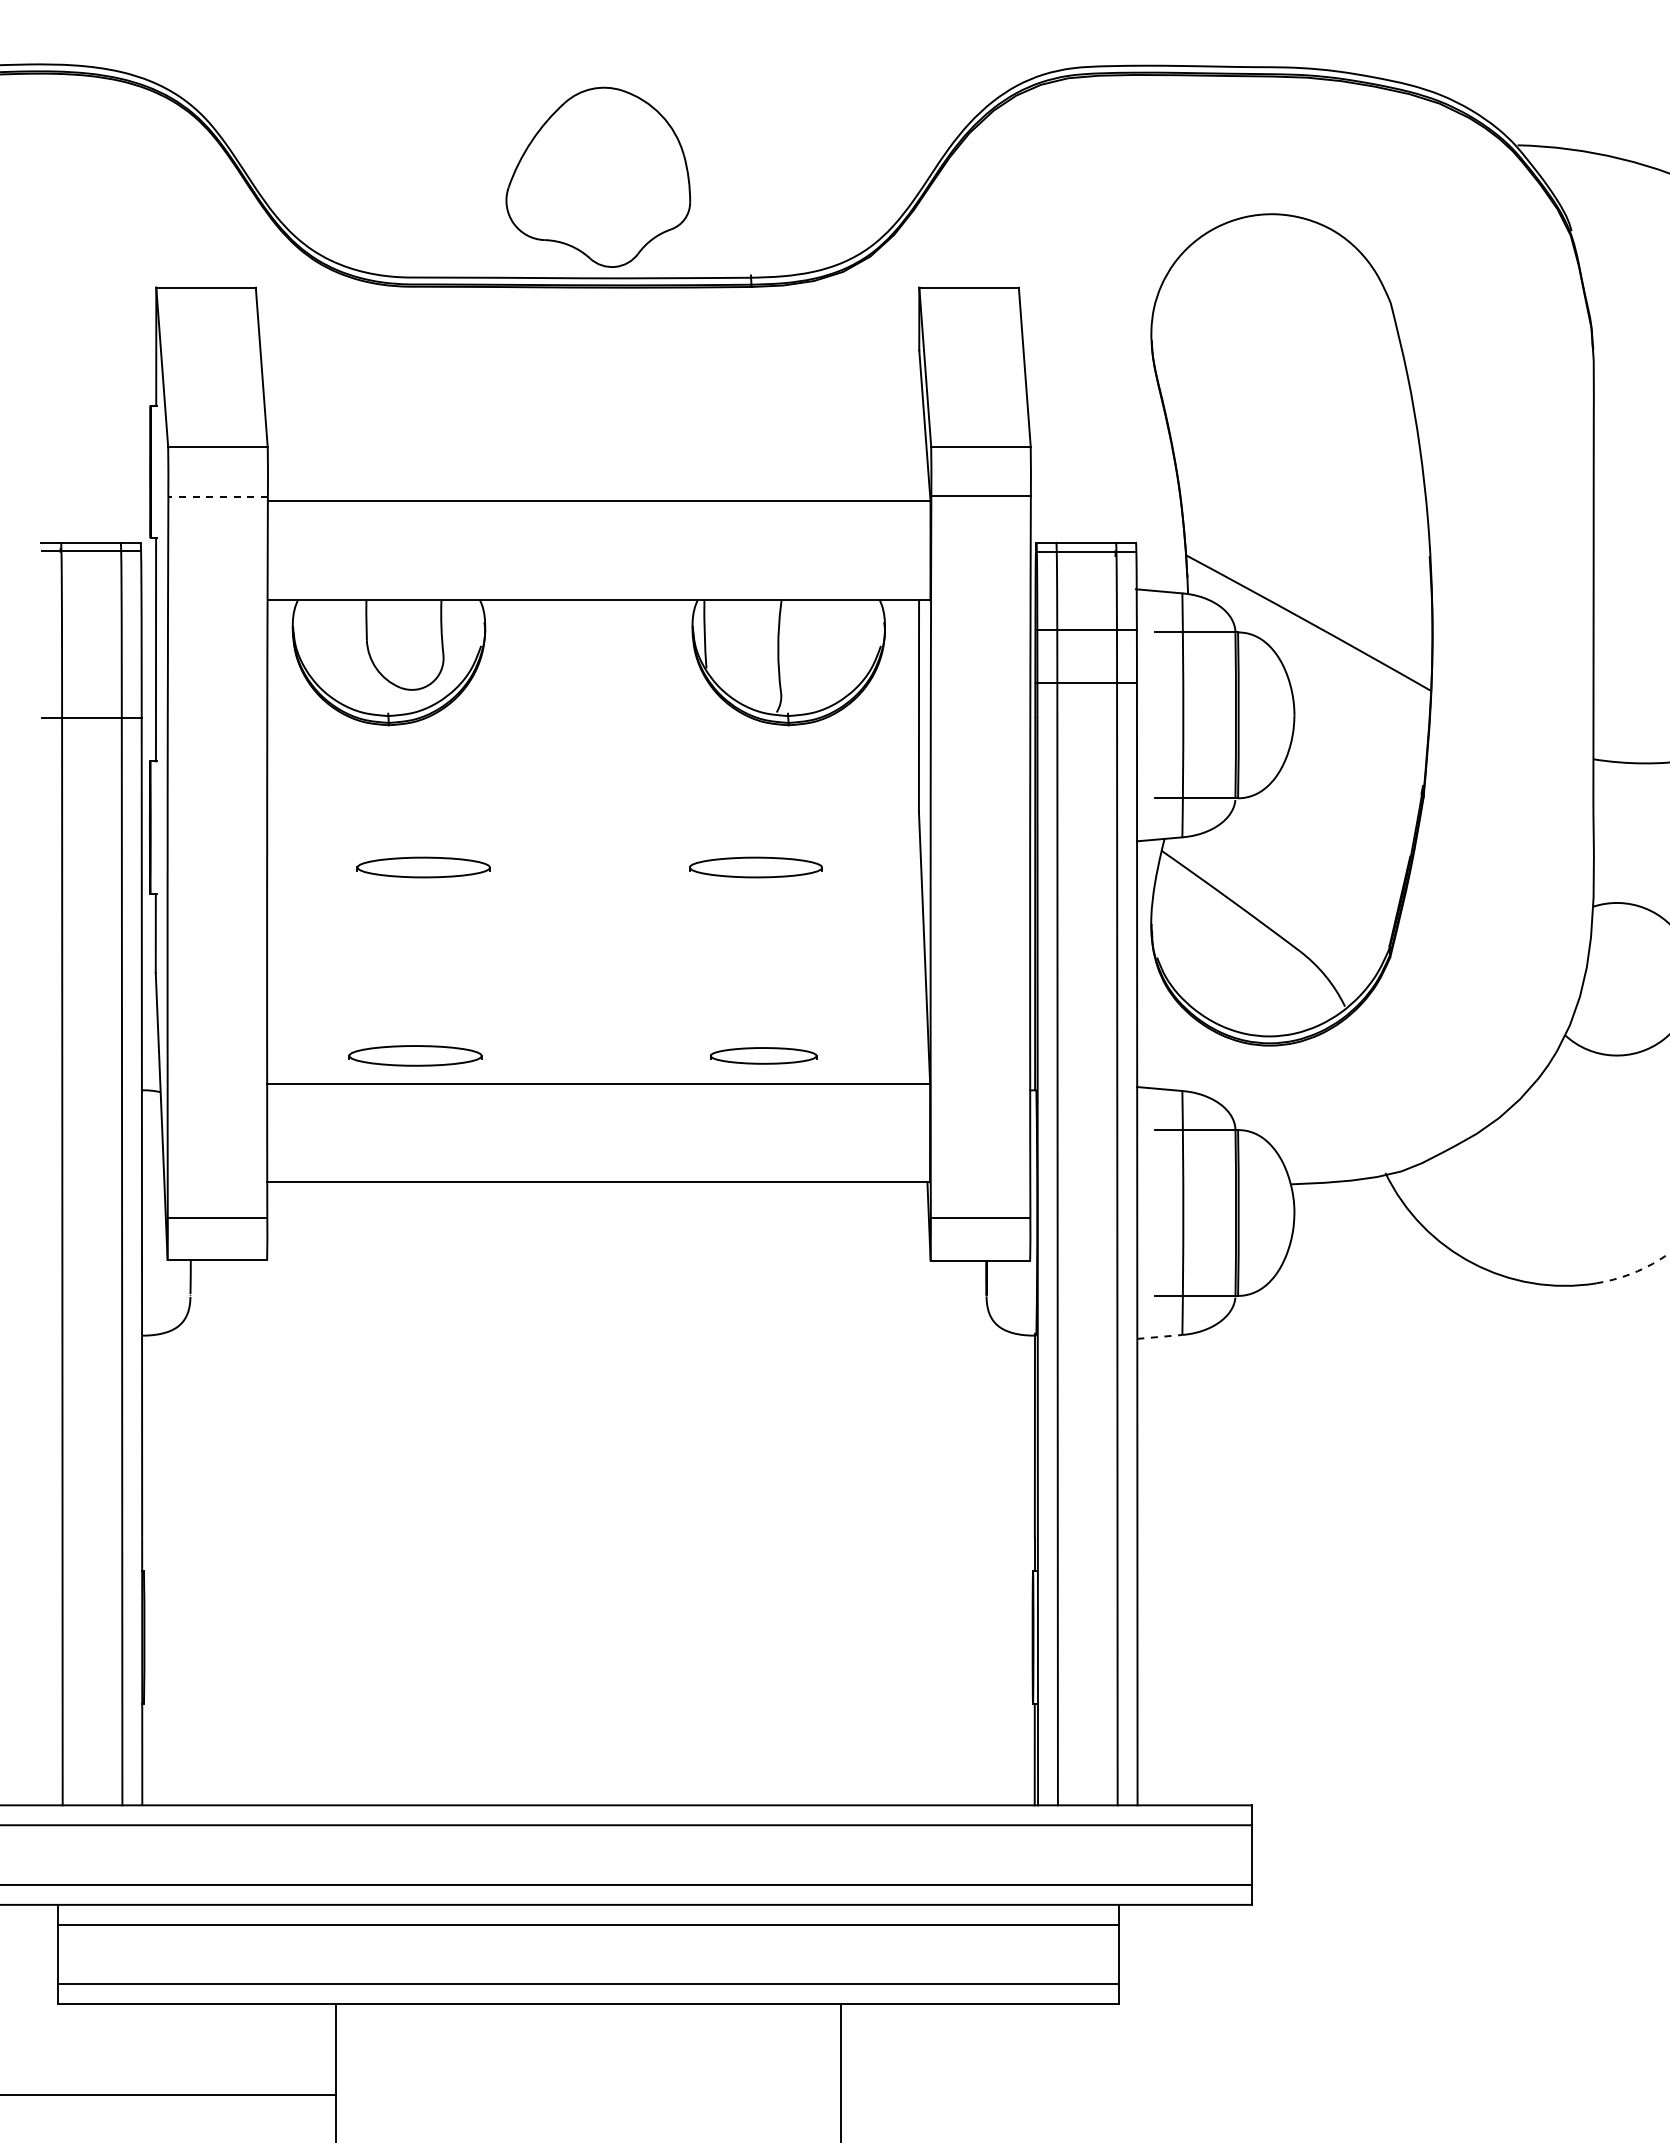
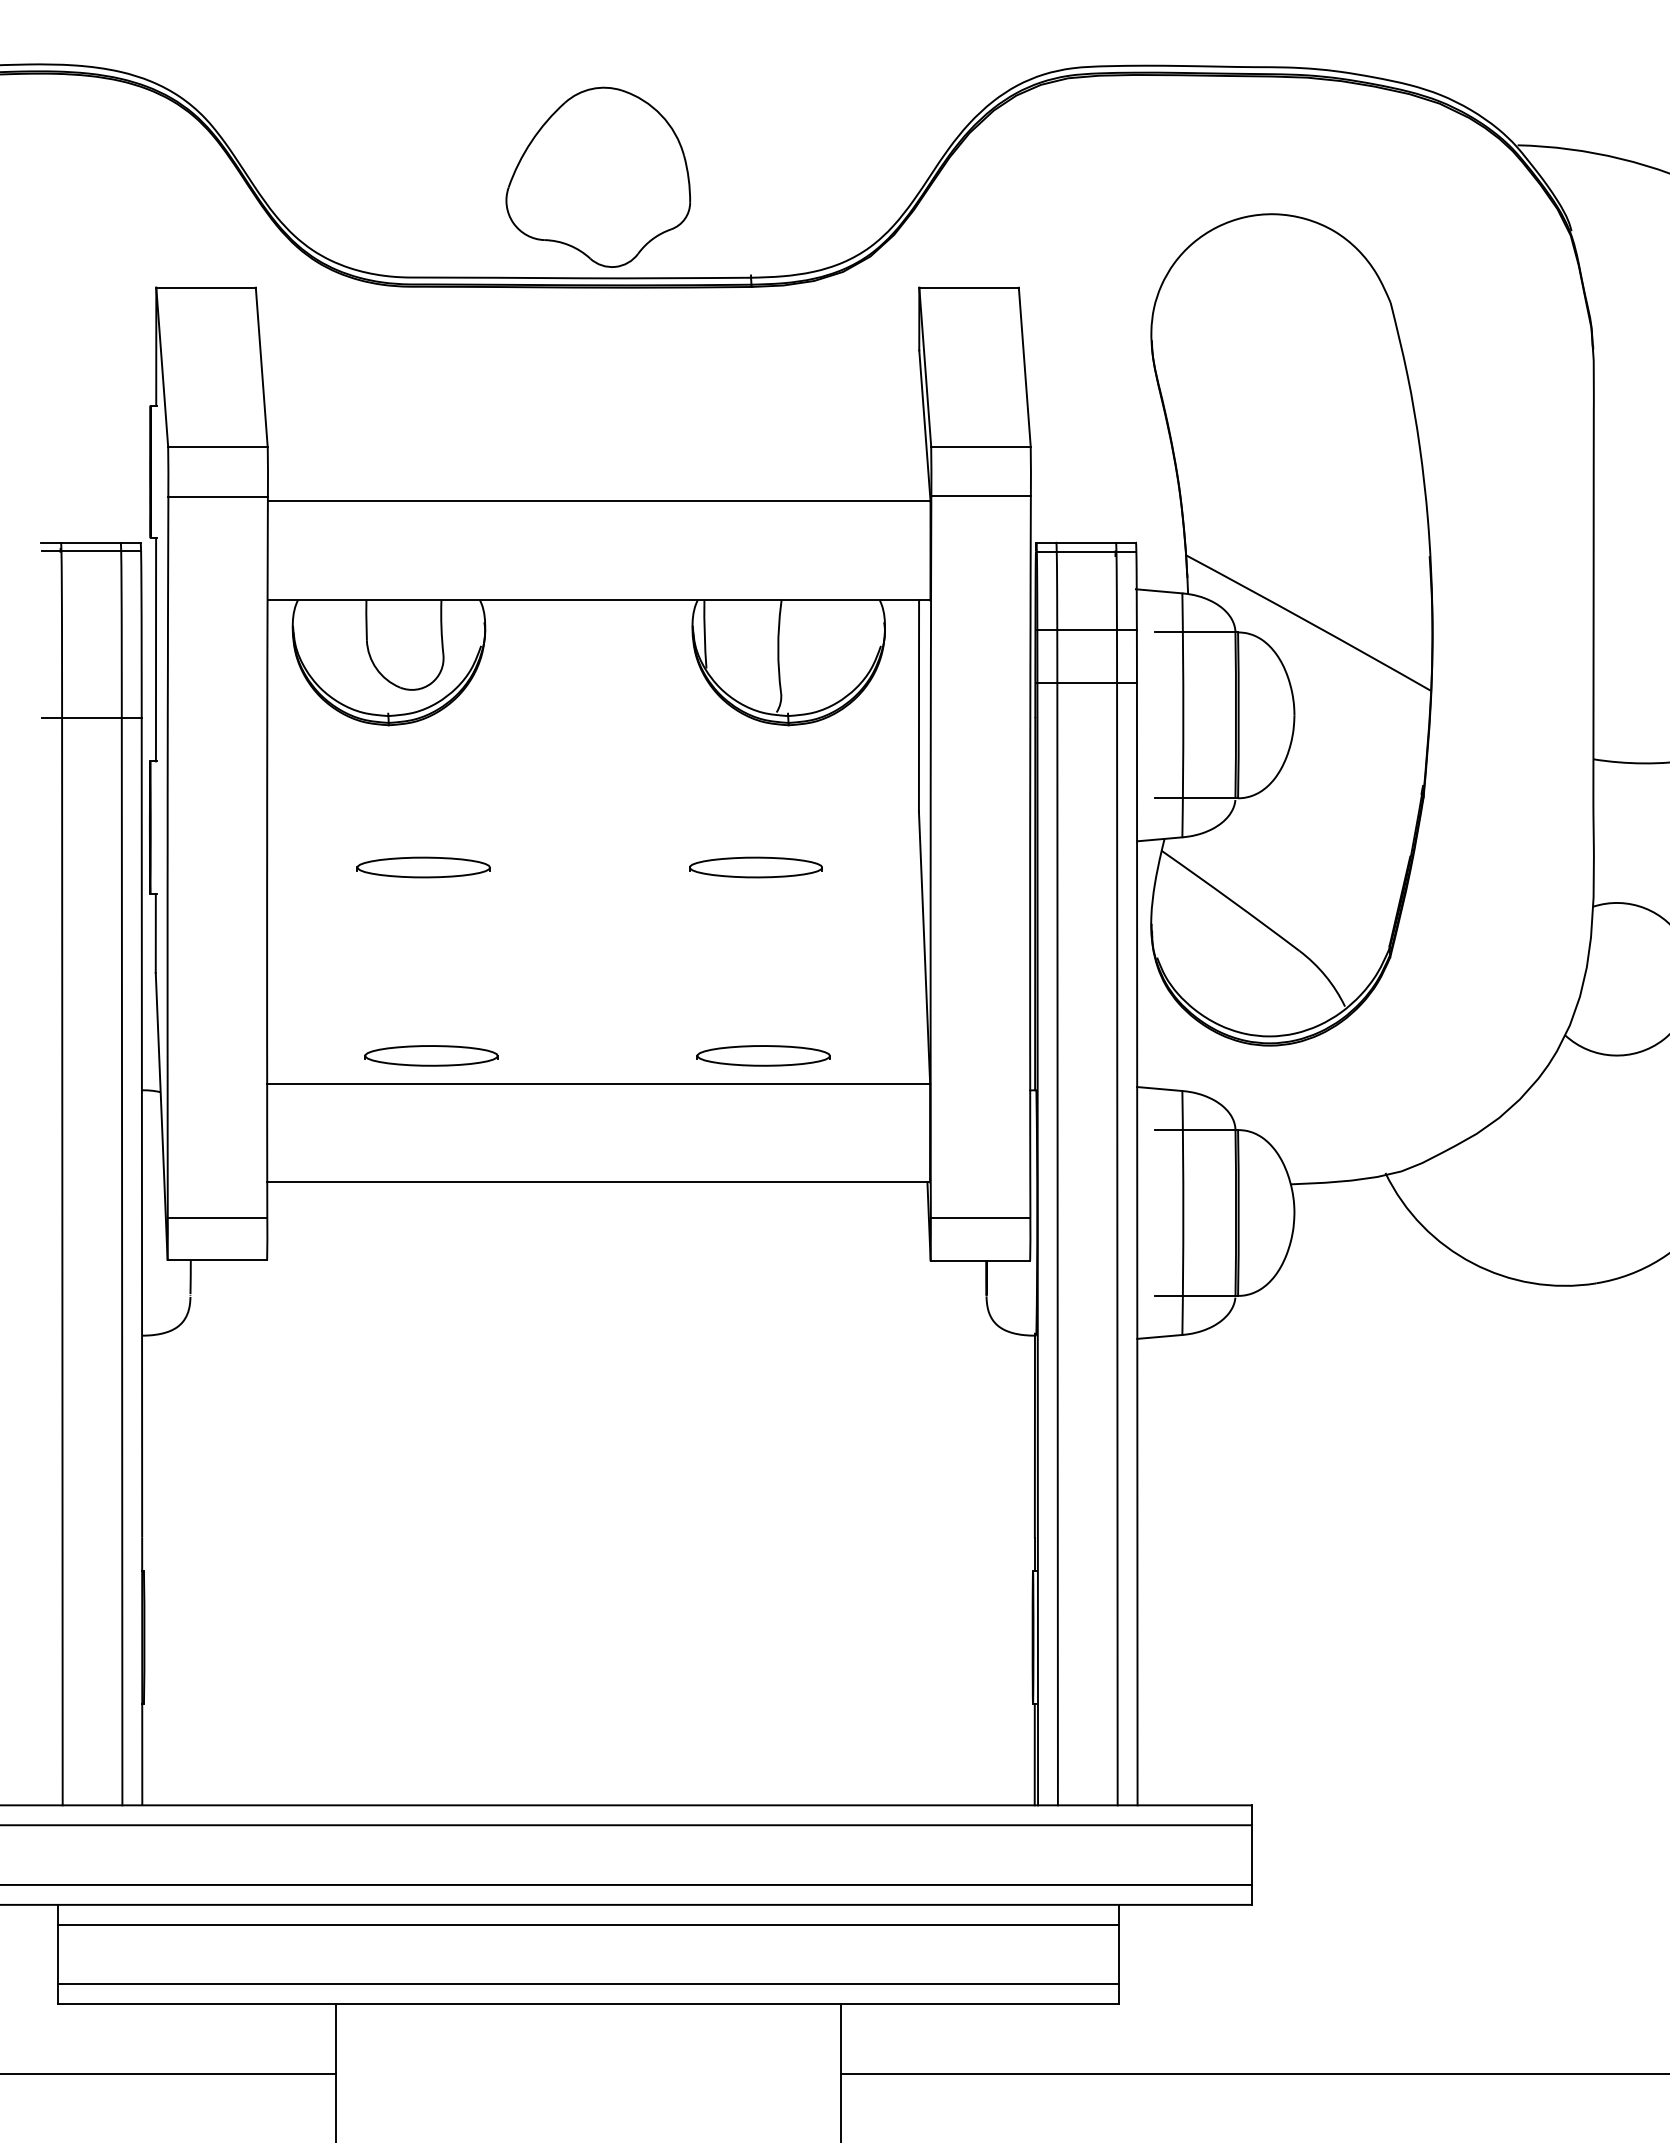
line at (218, 496): dashed -> solid
part at (415, 1055) position: (415, 1055) -> (431, 1055)
part at (763, 1055) size: 108x18 px -> 135x22 px
arc at (1634, 1272): dashed -> solid
line at (1159, 1336): dashed -> solid
line at (1253, 2074): none -> present
line at (169, 2095) position: (169, 2095) -> (169, 2074)
